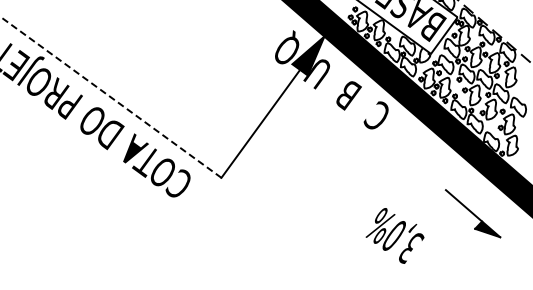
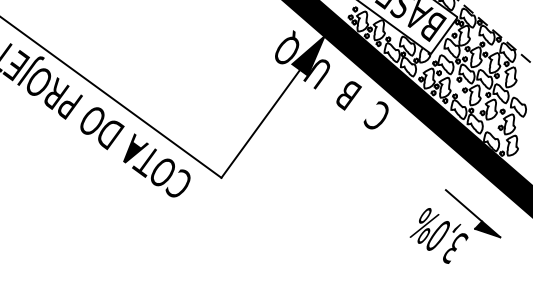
line at (110, 97): dashed -> solid
text at (394, 235) position: (394, 235) -> (438, 235)
